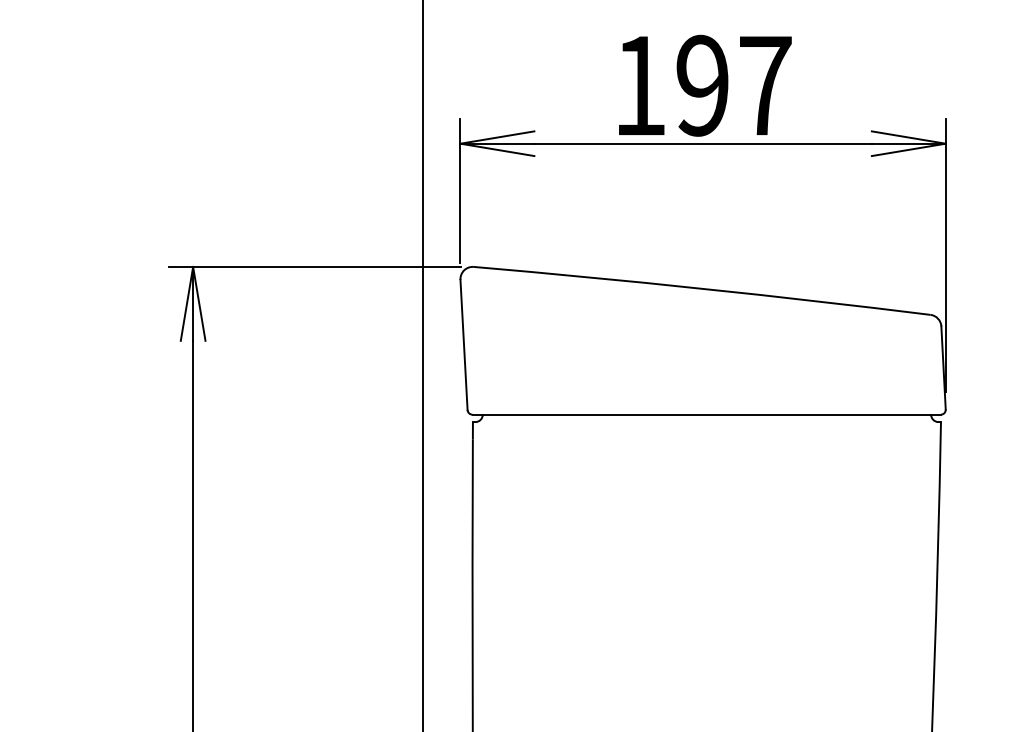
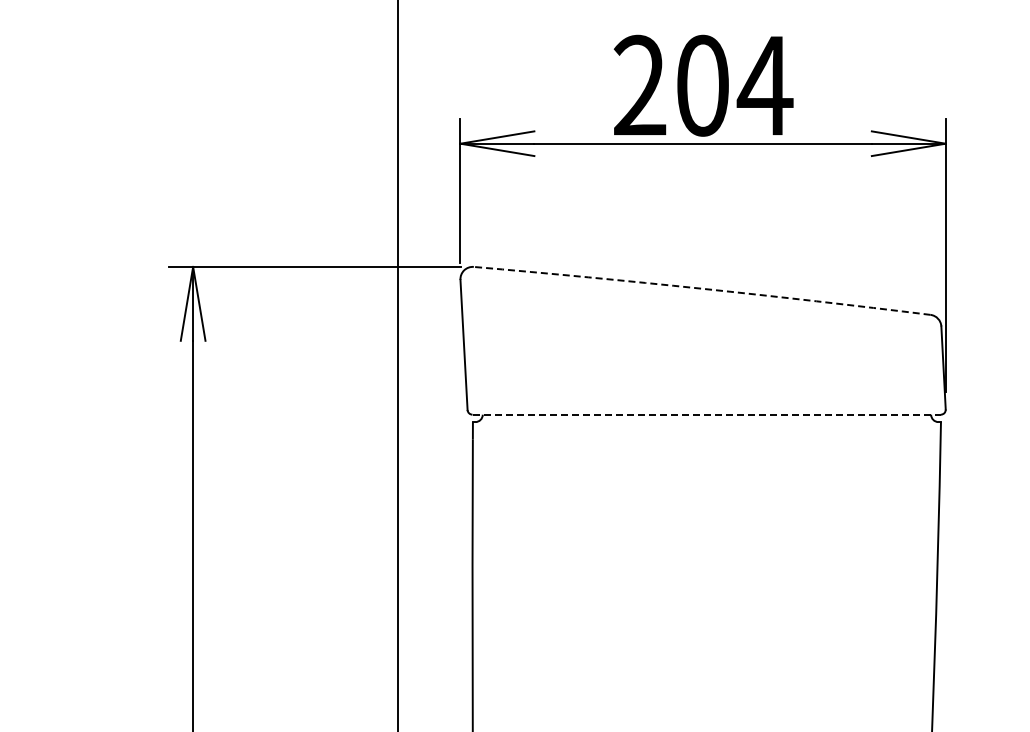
text at (703, 85): 197 -> 204
arc at (702, 288): solid -> dashed
line at (423, 365) position: (423, 365) -> (398, 365)
line at (707, 414): solid -> dashed
